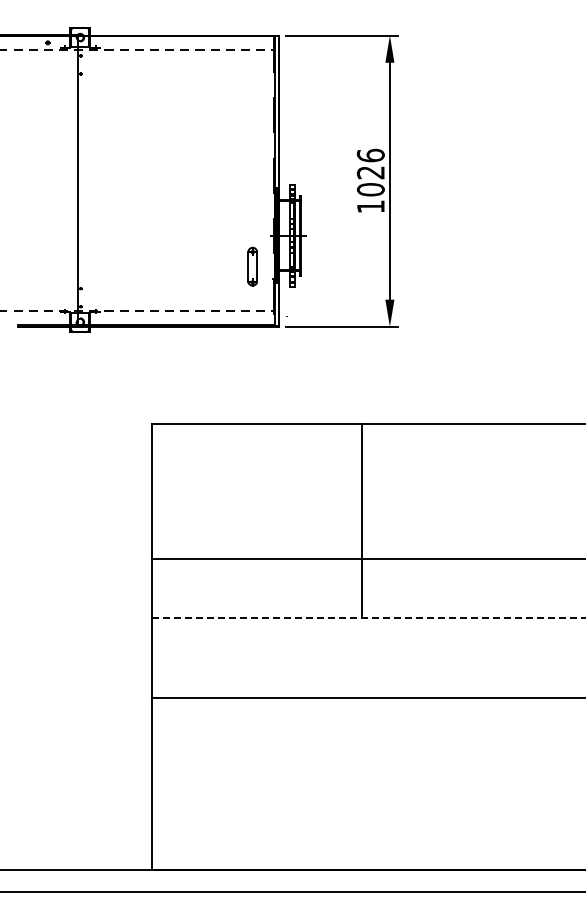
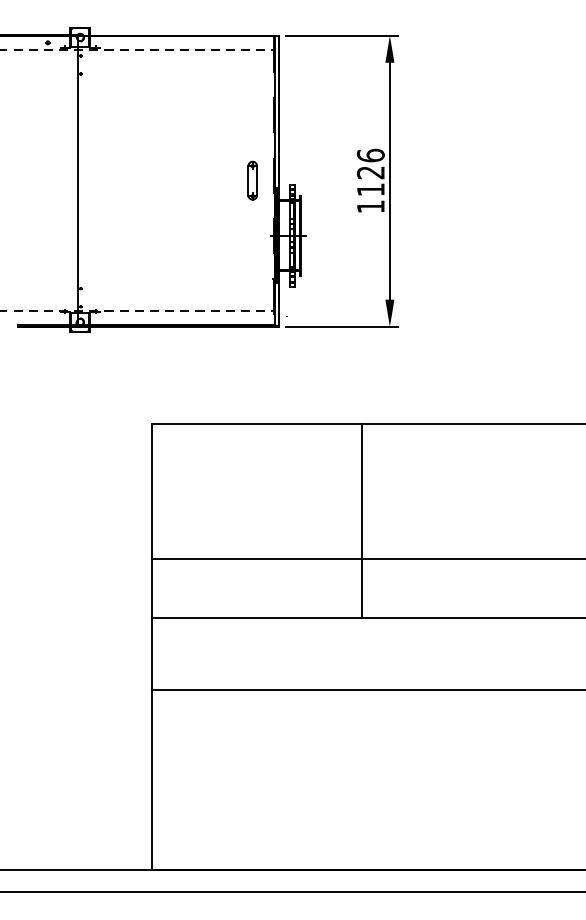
text at (370, 189): 1026 -> 1126
part at (252, 266) position: (252, 266) -> (252, 180)
line at (368, 617): dashed -> solid
line at (366, 697) position: (366, 697) -> (366, 689)
